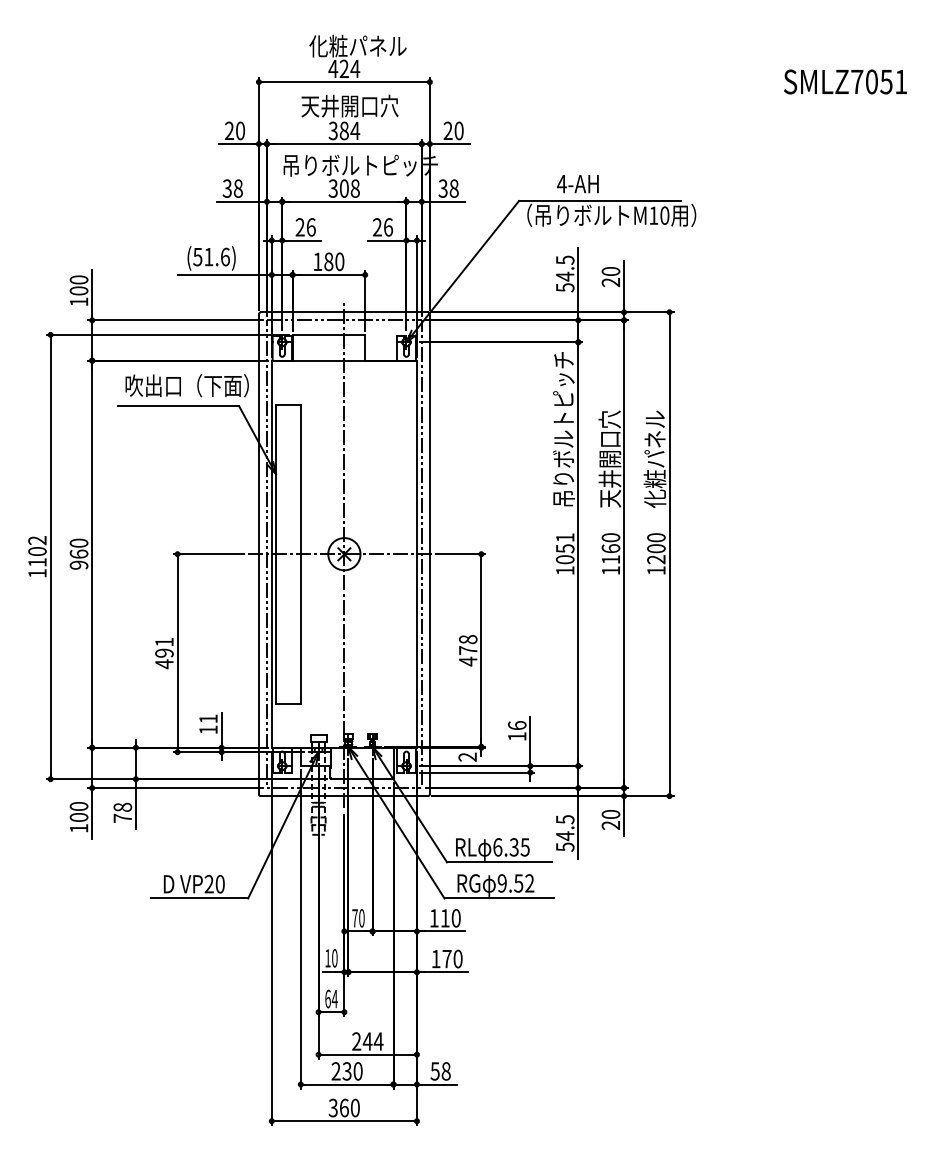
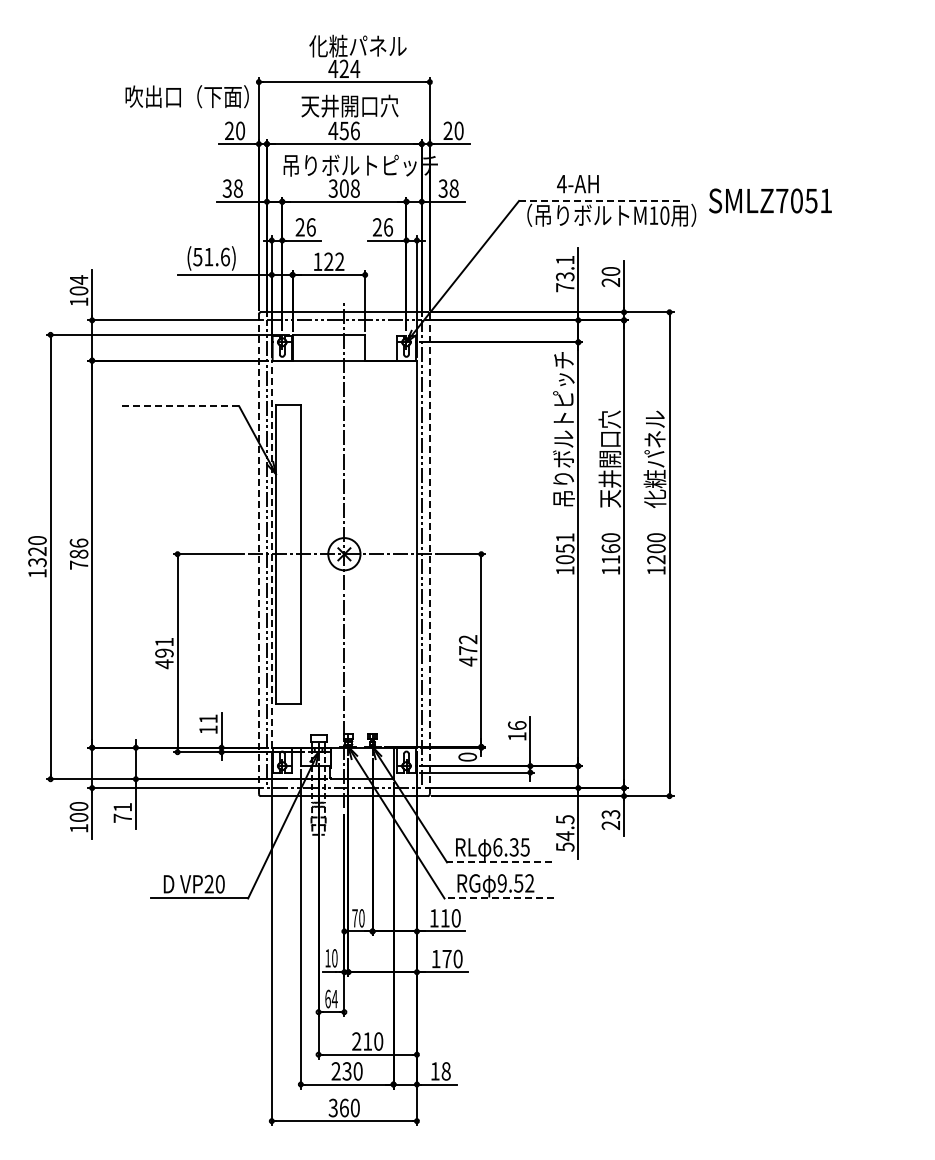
text at (845, 81) position: (845, 81) -> (770, 200)
text at (344, 130): 384 -> 456
line at (599, 201): solid -> dashed
text at (334, 261): 180 -> 122
text at (565, 273): 54.5 -> 73.1
text at (78, 279): 100 -> 104
text at (186, 385) position: (186, 385) -> (186, 96)
line at (178, 406): solid -> dashed
text at (37, 551): 1102 -> 1320
text at (78, 553): 960 -> 786
line at (258, 554): solid -> dashed
line at (271, 554): solid -> dashed
line at (429, 554): solid -> dashed
text at (468, 639): 478 -> 472
text at (467, 756): 2 -> 0
text at (122, 806): 78 -> 71
text at (610, 814): 20 -> 23
line at (499, 862): solid -> dashed
line at (499, 898): solid -> dashed
text at (372, 1041): 244 -> 210
text at (434, 1071): 58 -> 18
